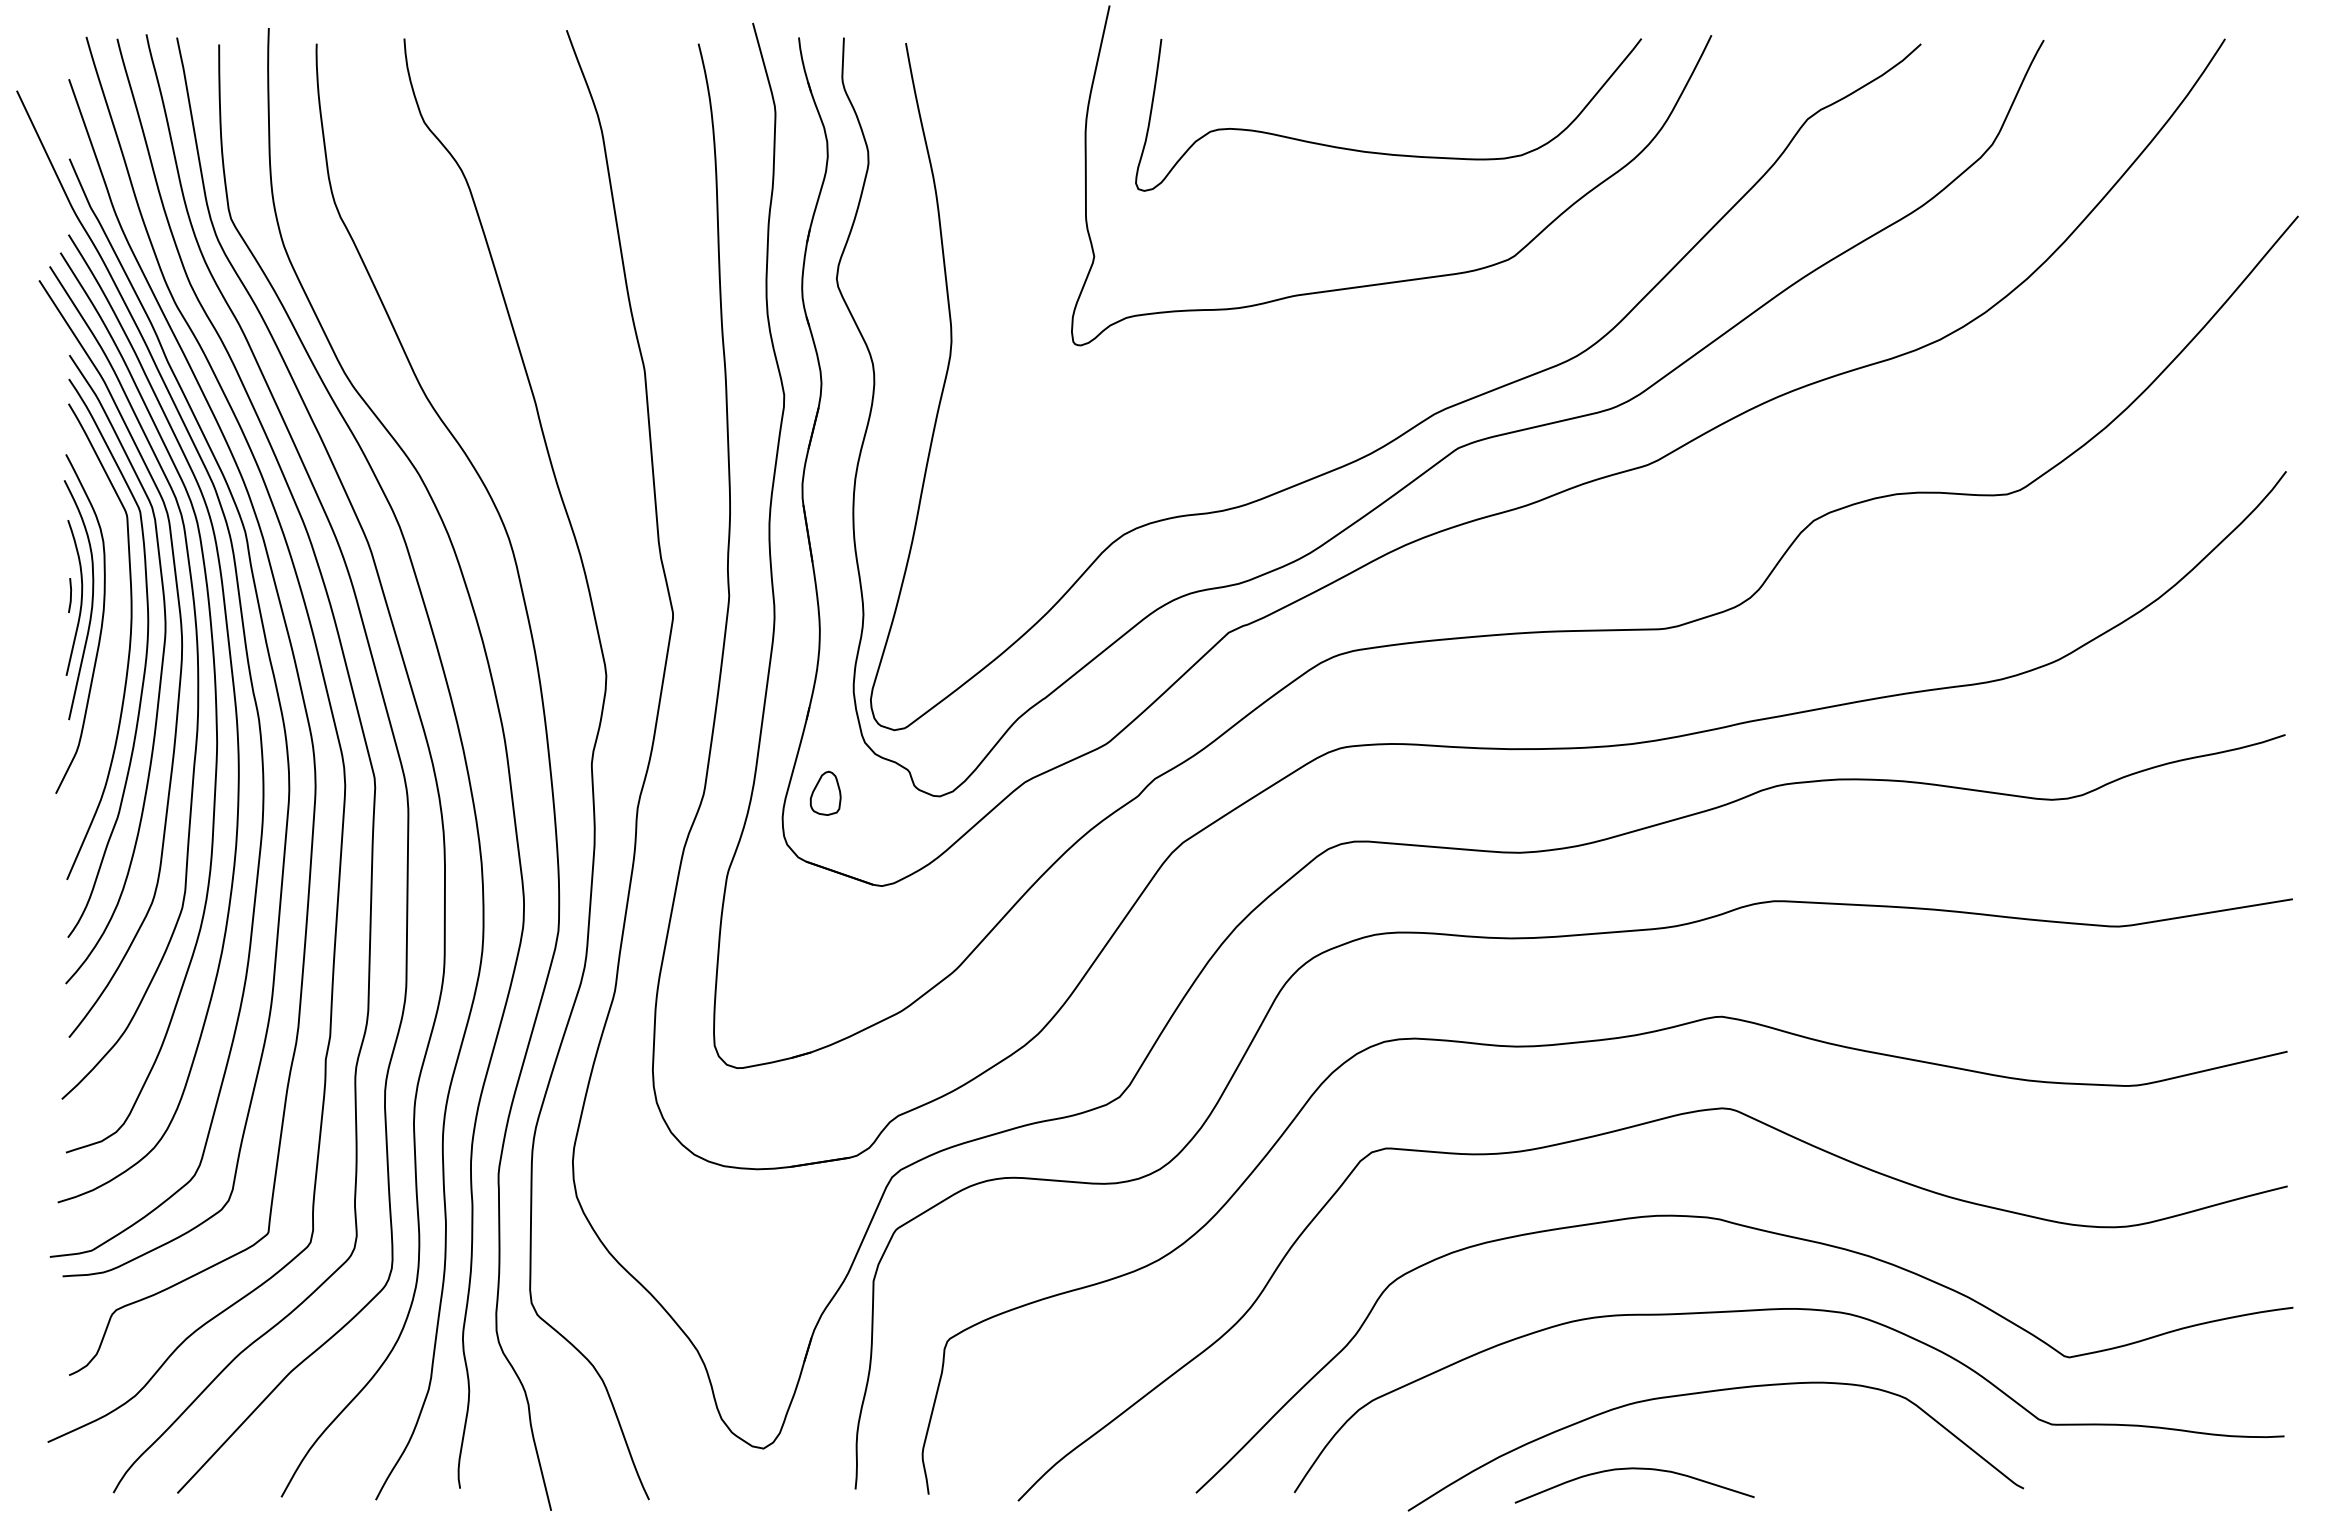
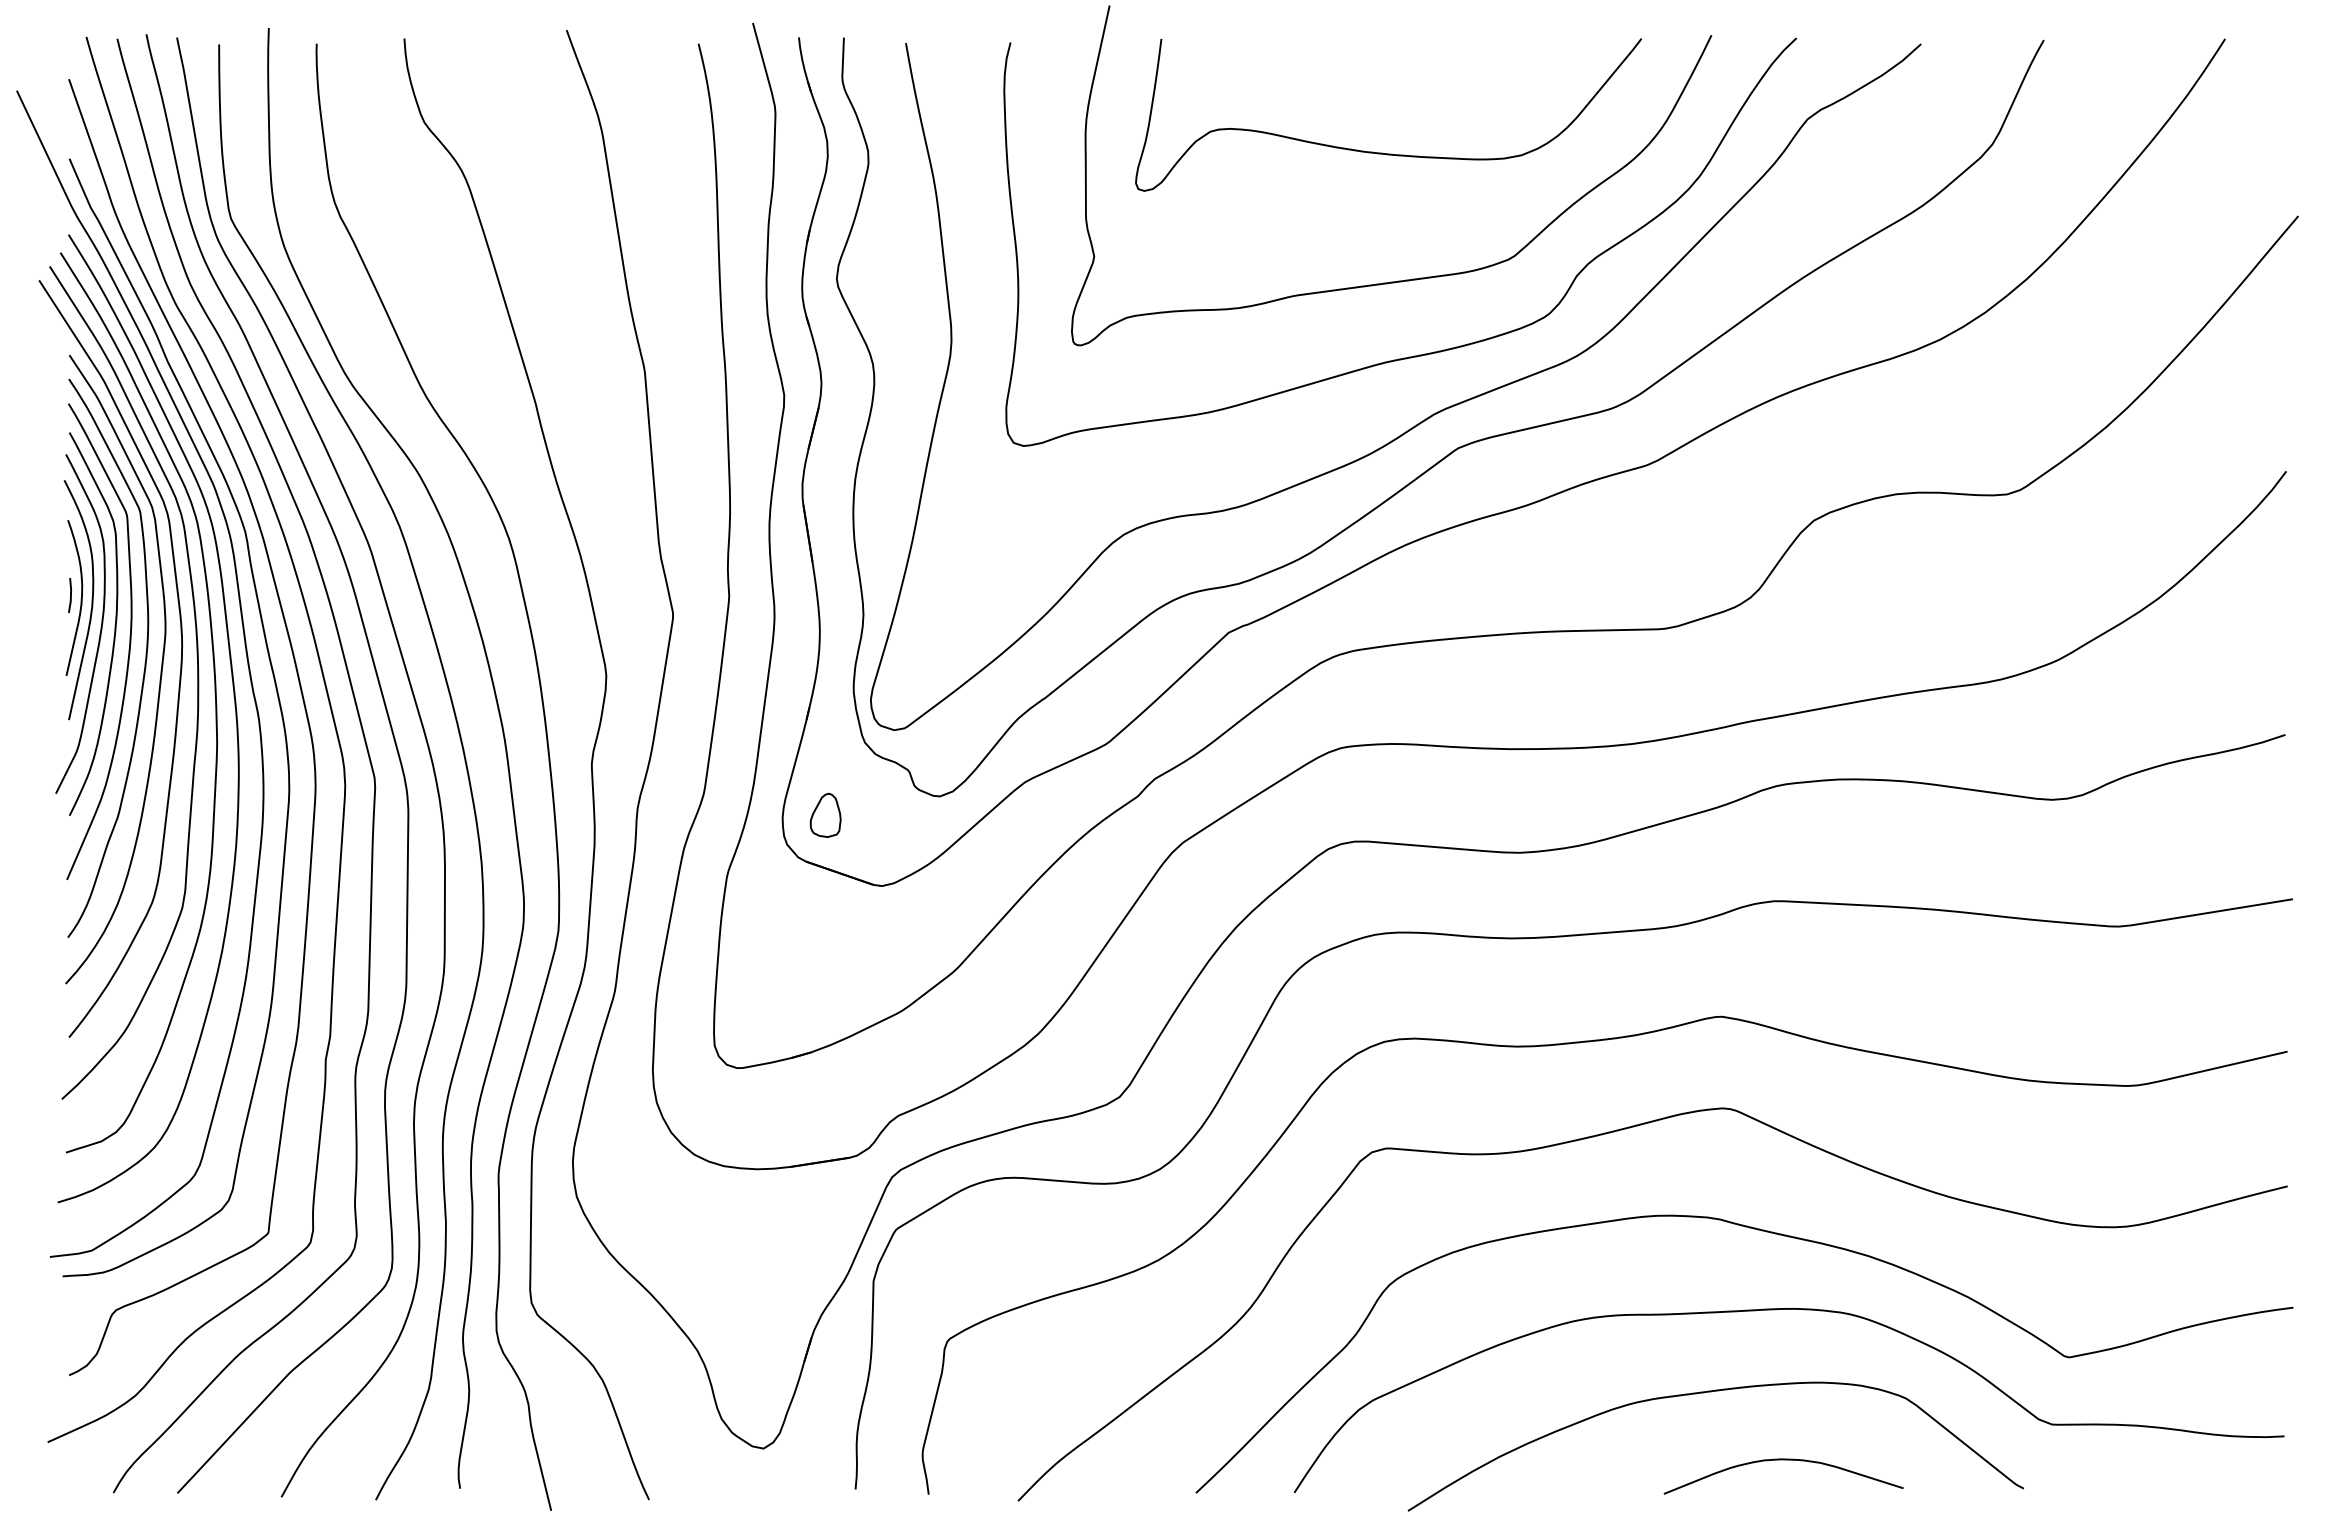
curve at (1424, 353): none -> present
curve at (114, 625): none -> present
part at (825, 792) position: (825, 792) -> (825, 814)
curve at (1634, 1469) position: (1634, 1469) -> (1783, 1460)
